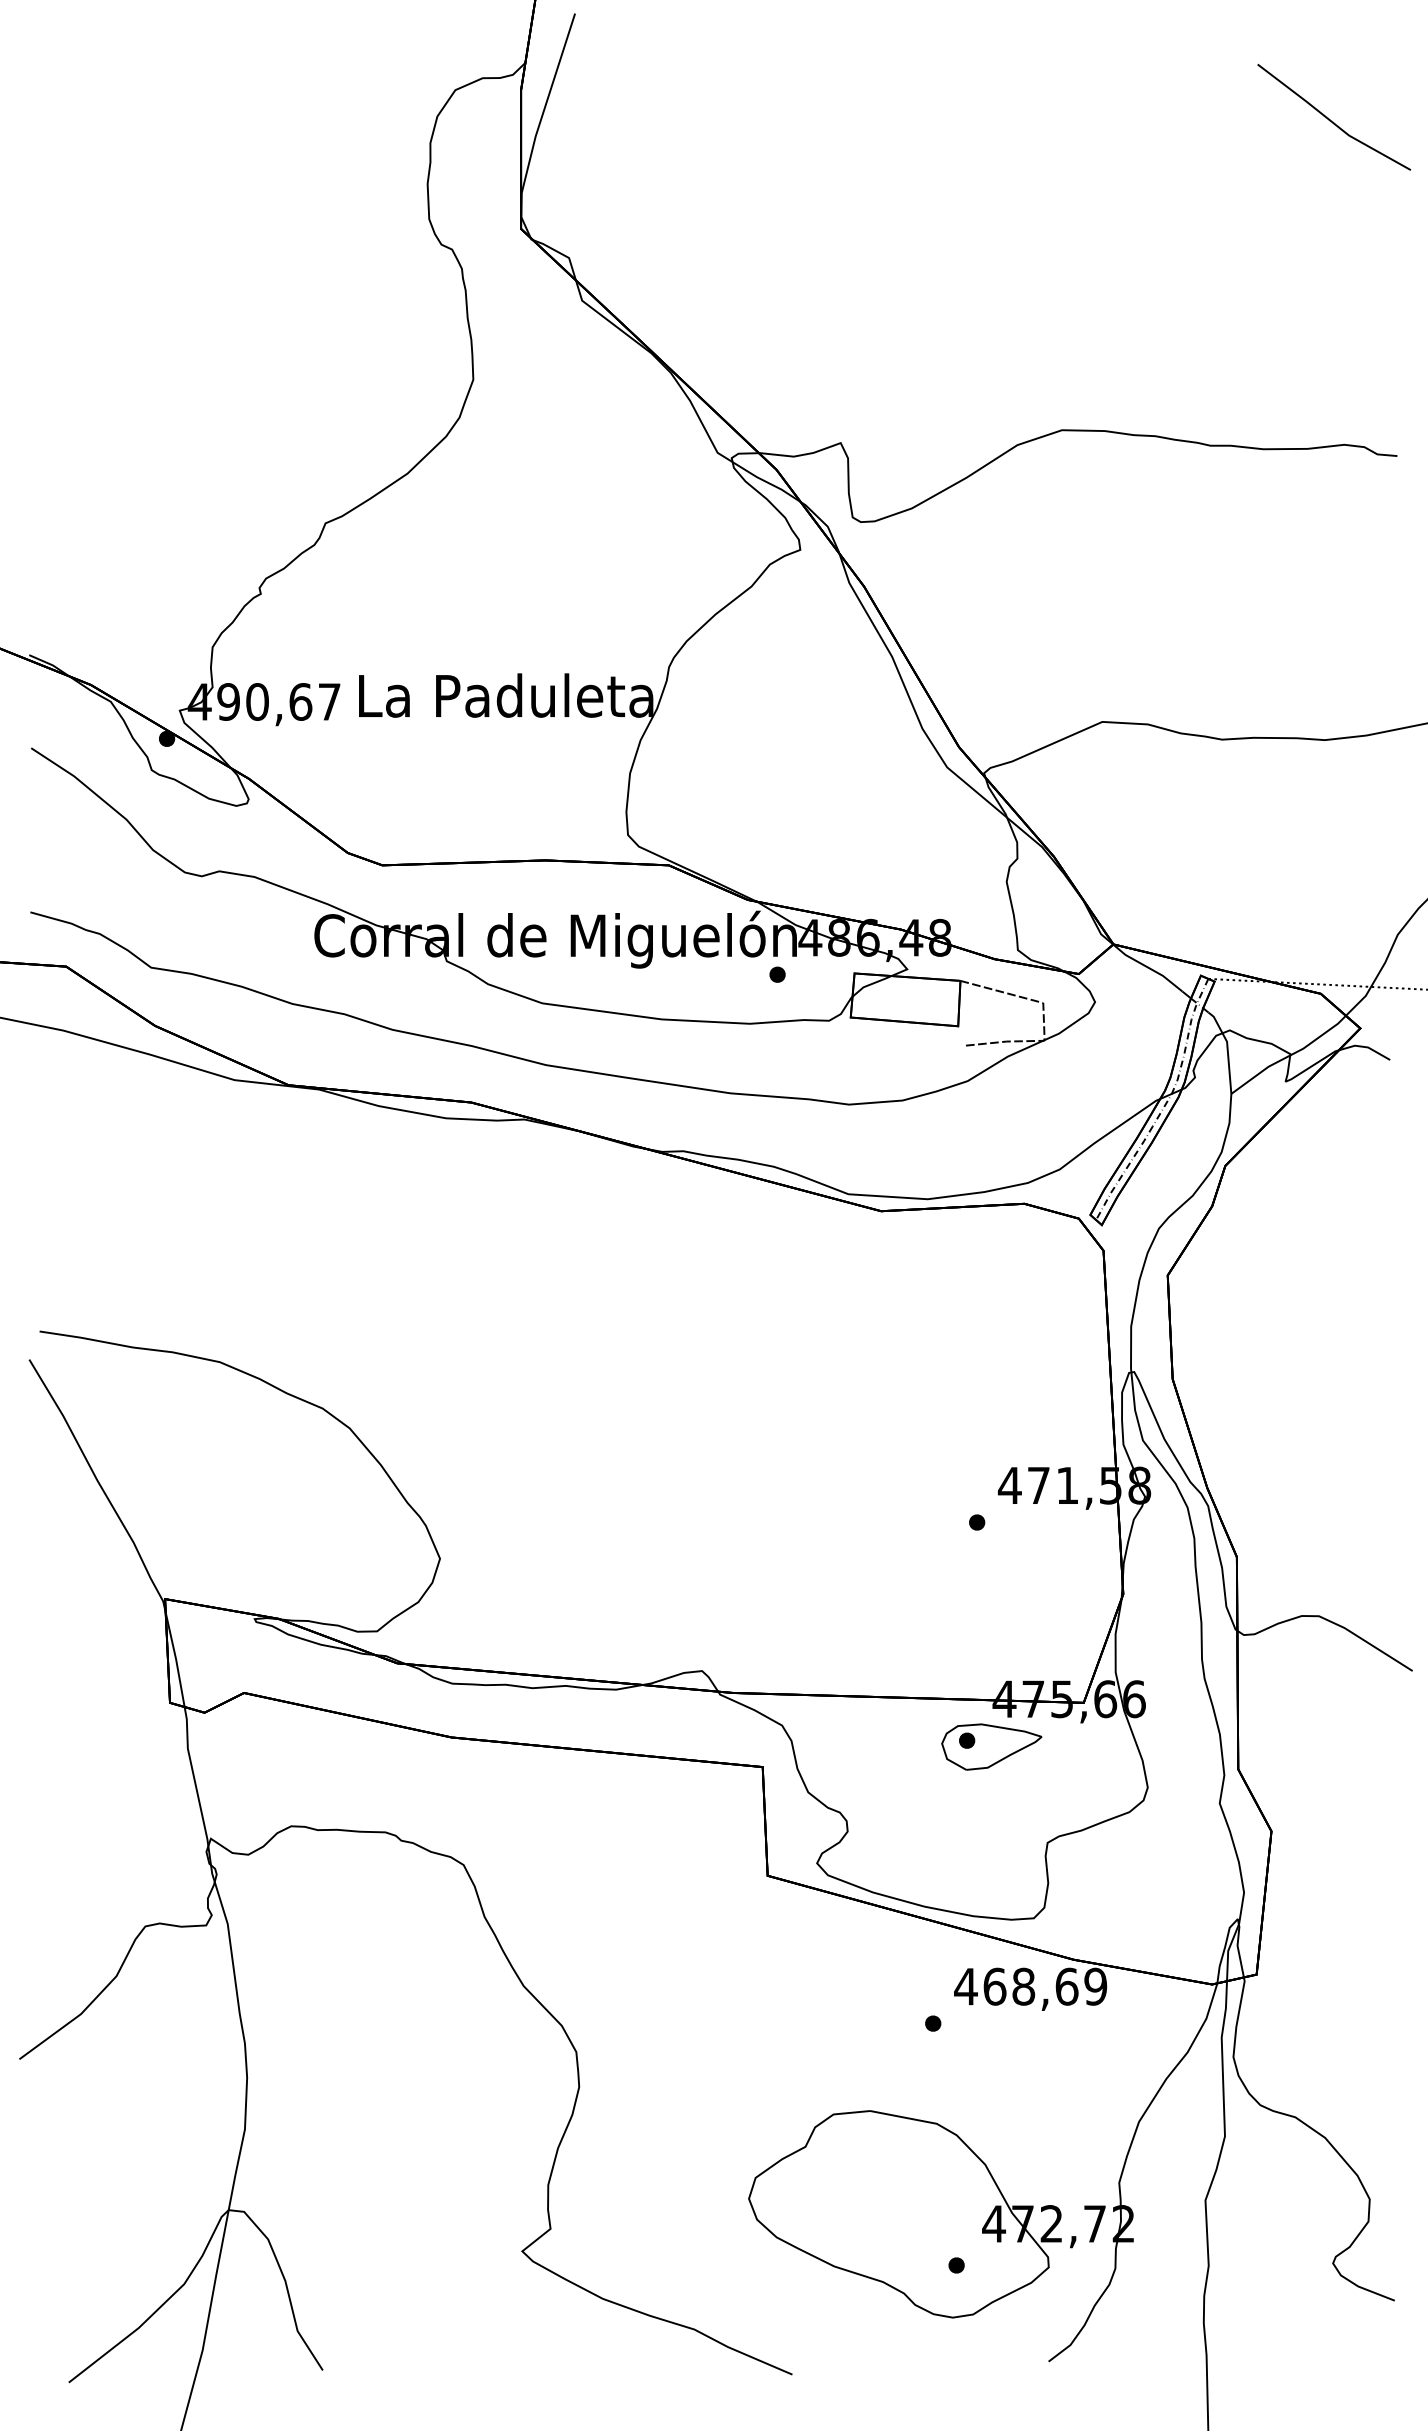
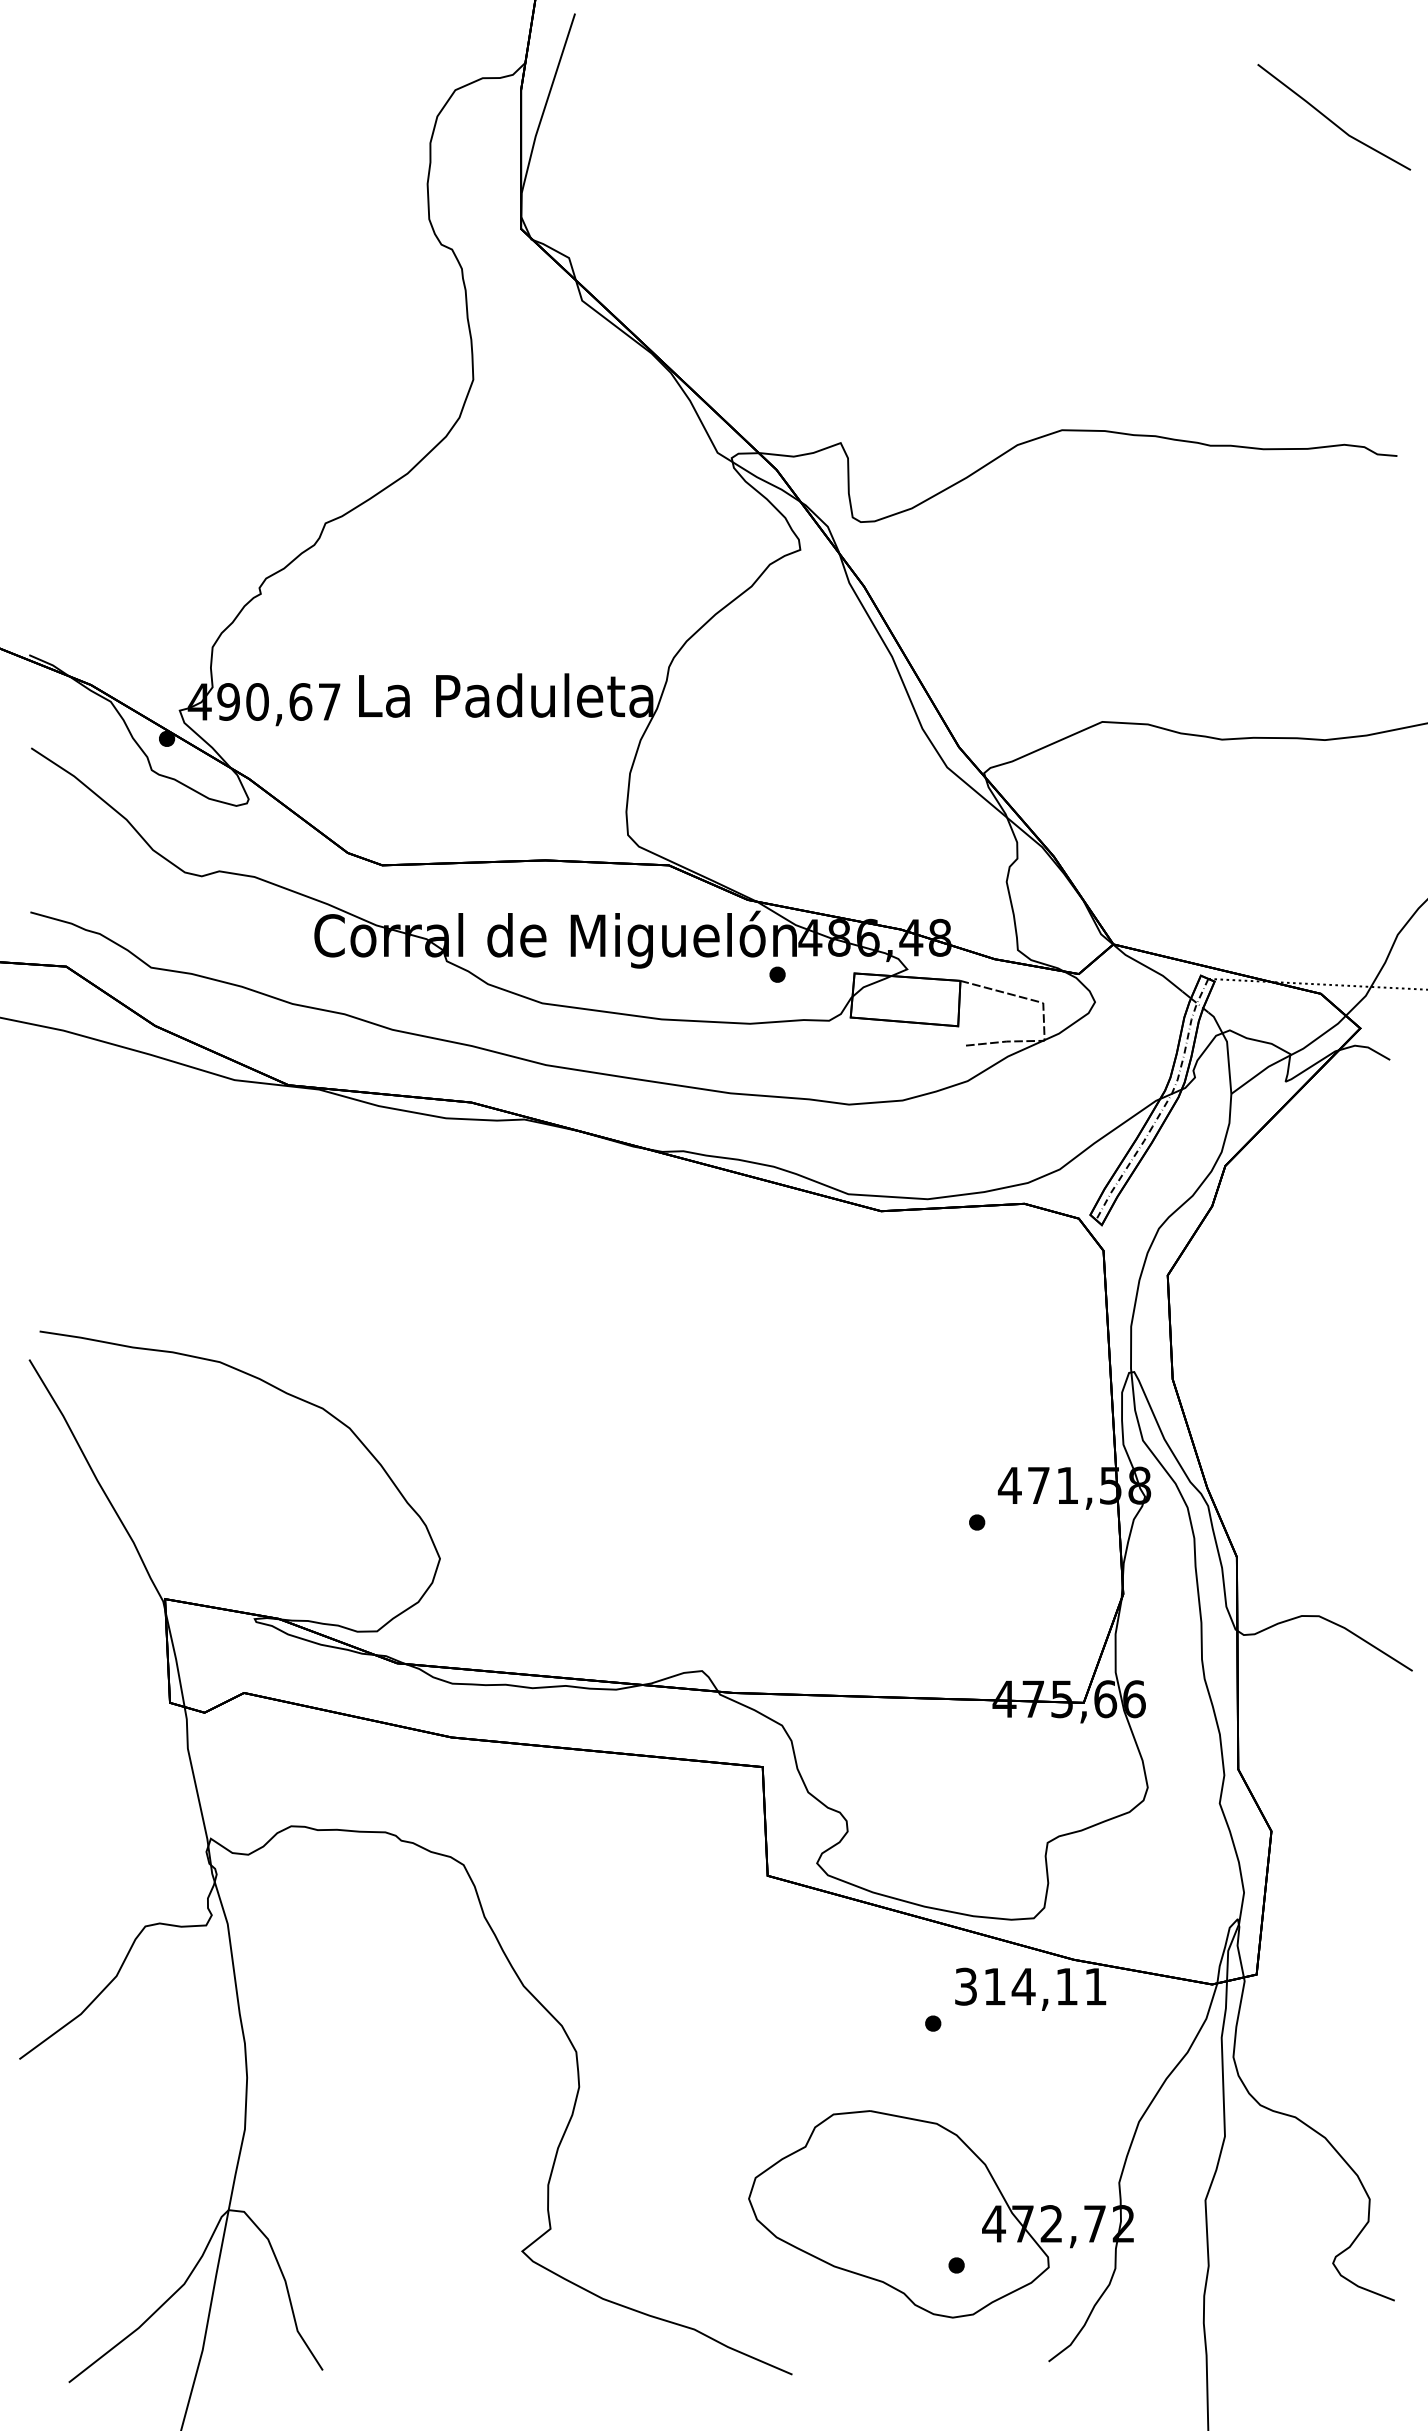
part at (991, 1746): present -> none
text at (1030, 1986): 468,69 -> 314,11
